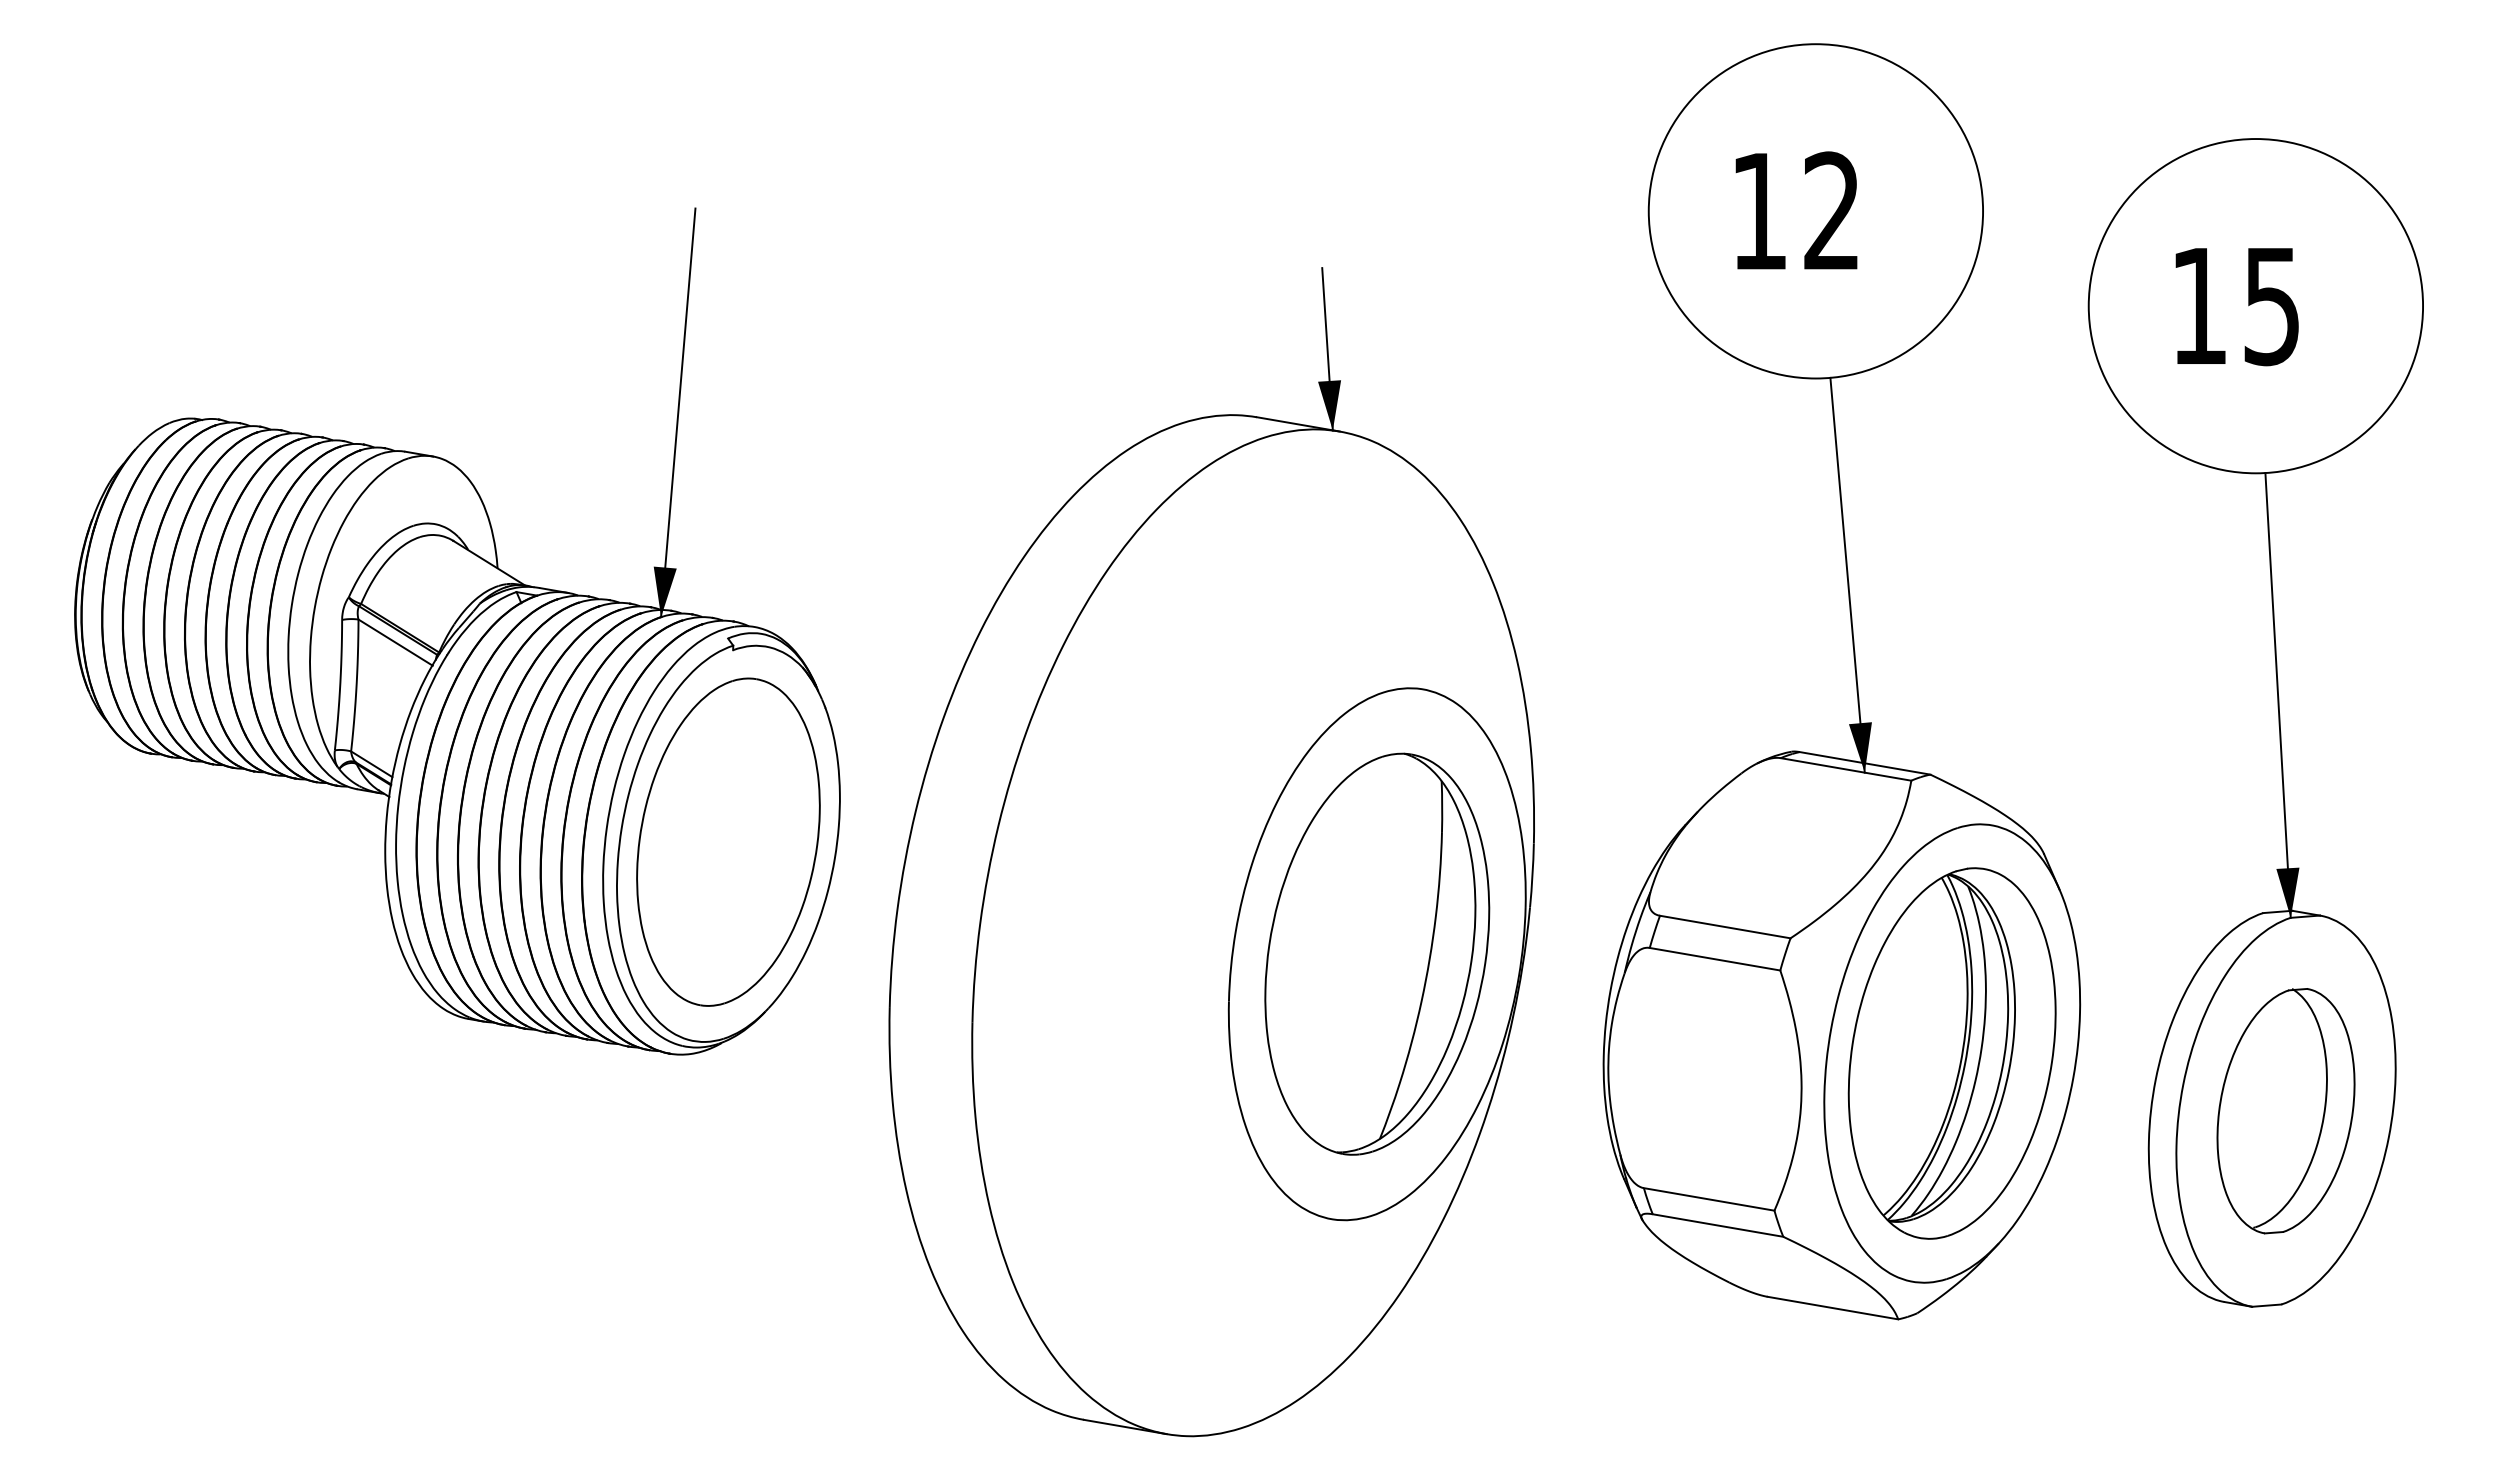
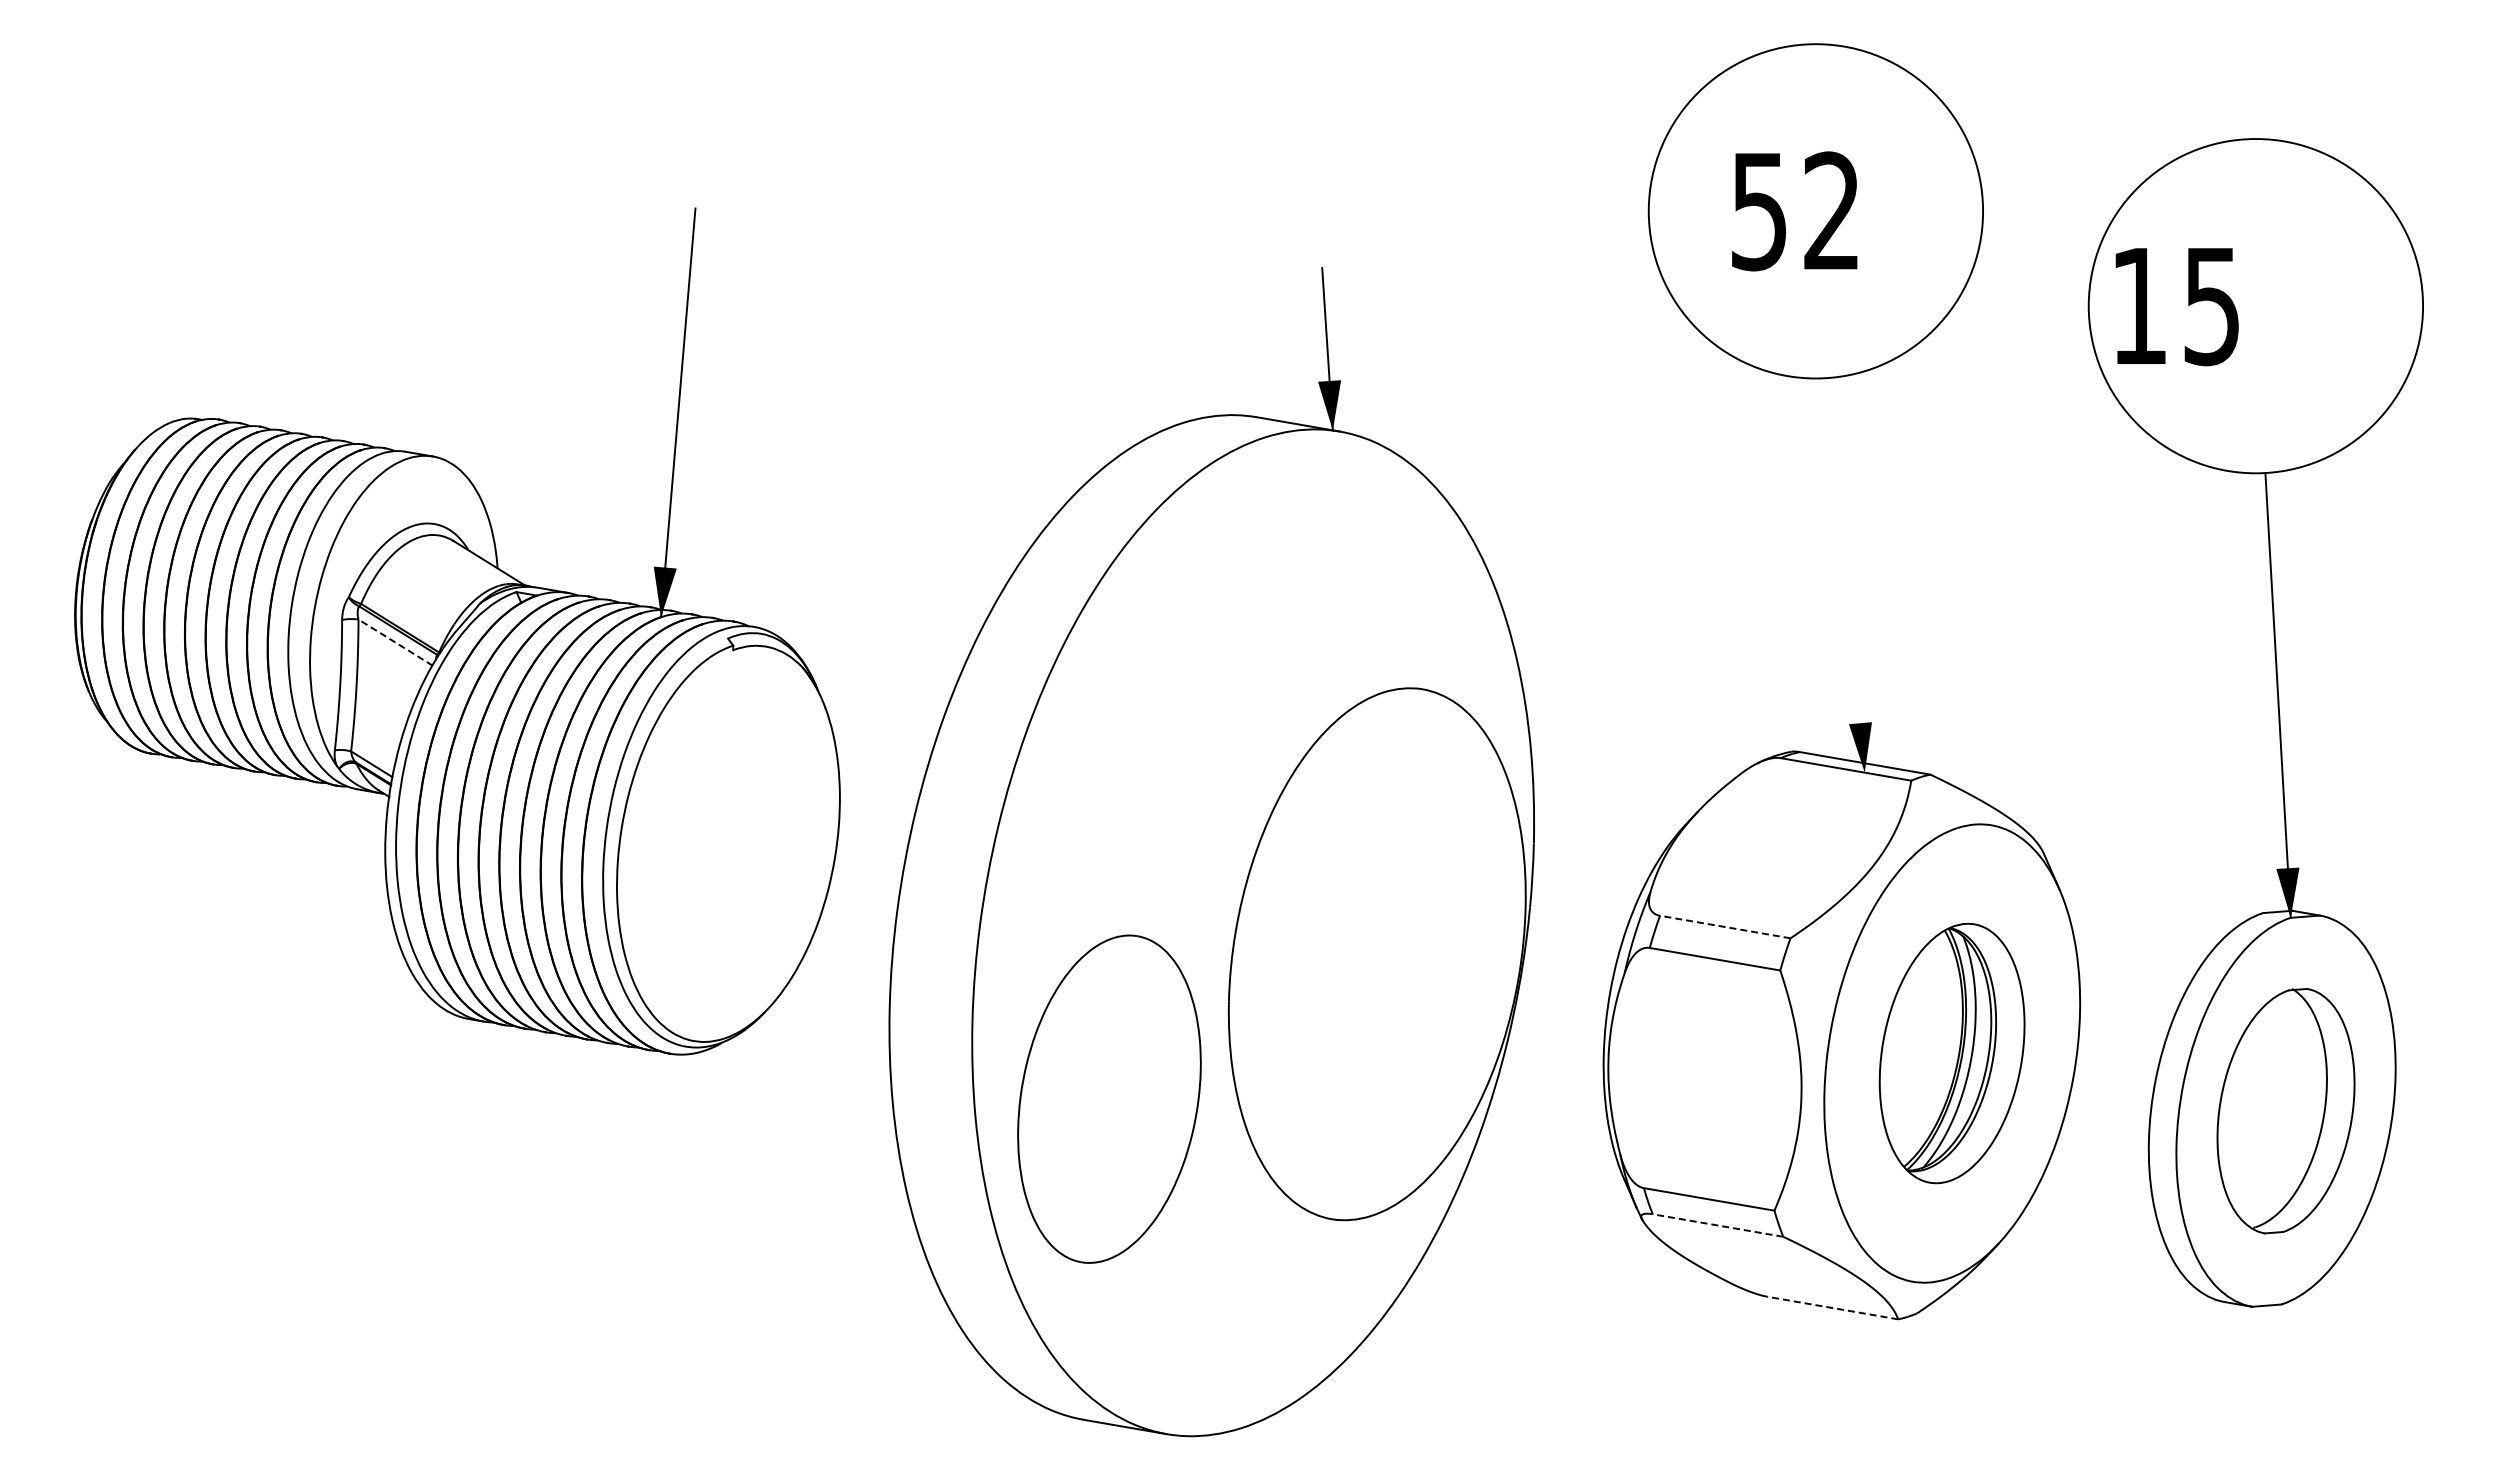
text at (1758, 212): 12 -> 52
text at (2236, 307) position: (2236, 307) -> (2176, 307)
line at (1847, 574): present -> none
line at (395, 642): solid -> dashed
part at (728, 841) position: (728, 841) -> (1109, 1098)
line at (1724, 926): solid -> dashed
part at (1377, 953): present -> none
part at (1951, 1053) size: 210x373 px -> 148x263 px
line at (1717, 1225): solid -> dashed
line at (1832, 1308): solid -> dashed
